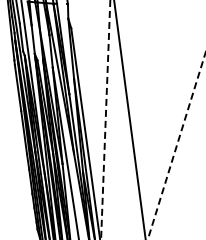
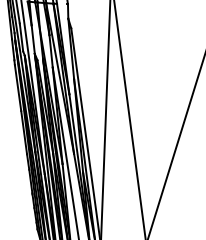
line at (105, 120): dashed -> solid
line at (176, 146): dashed -> solid
